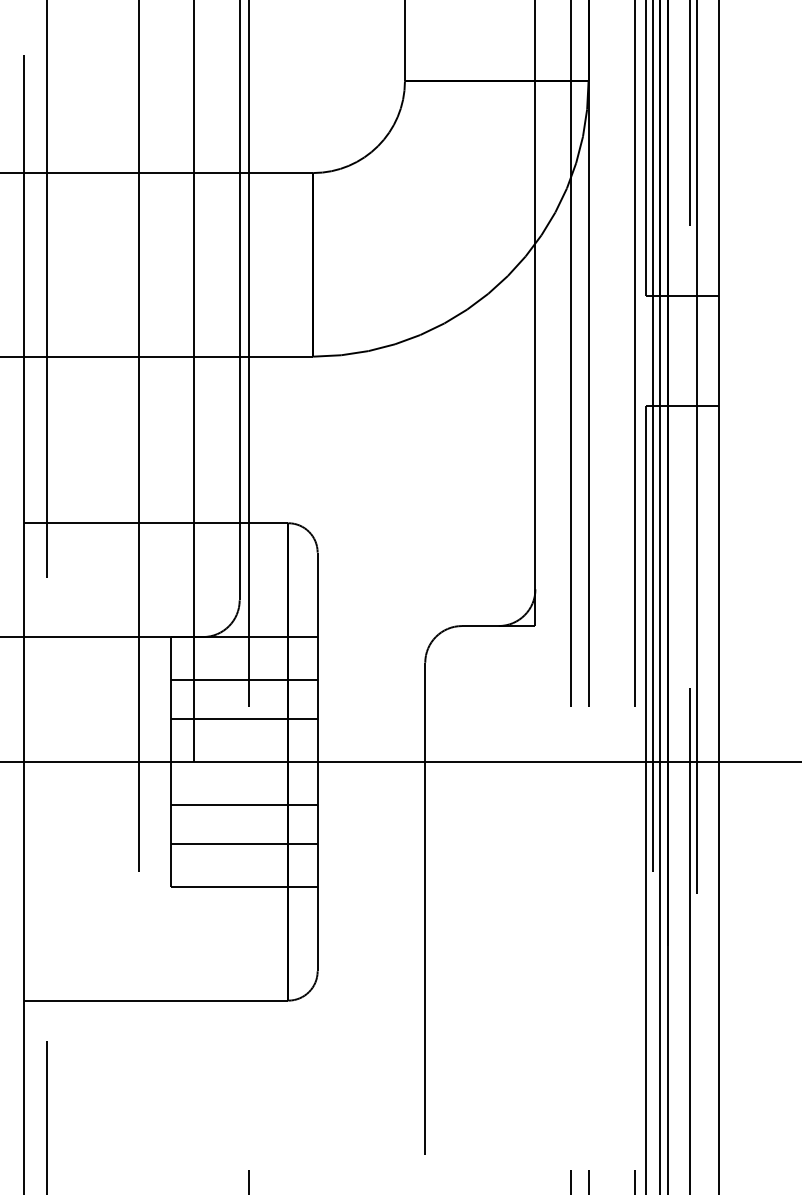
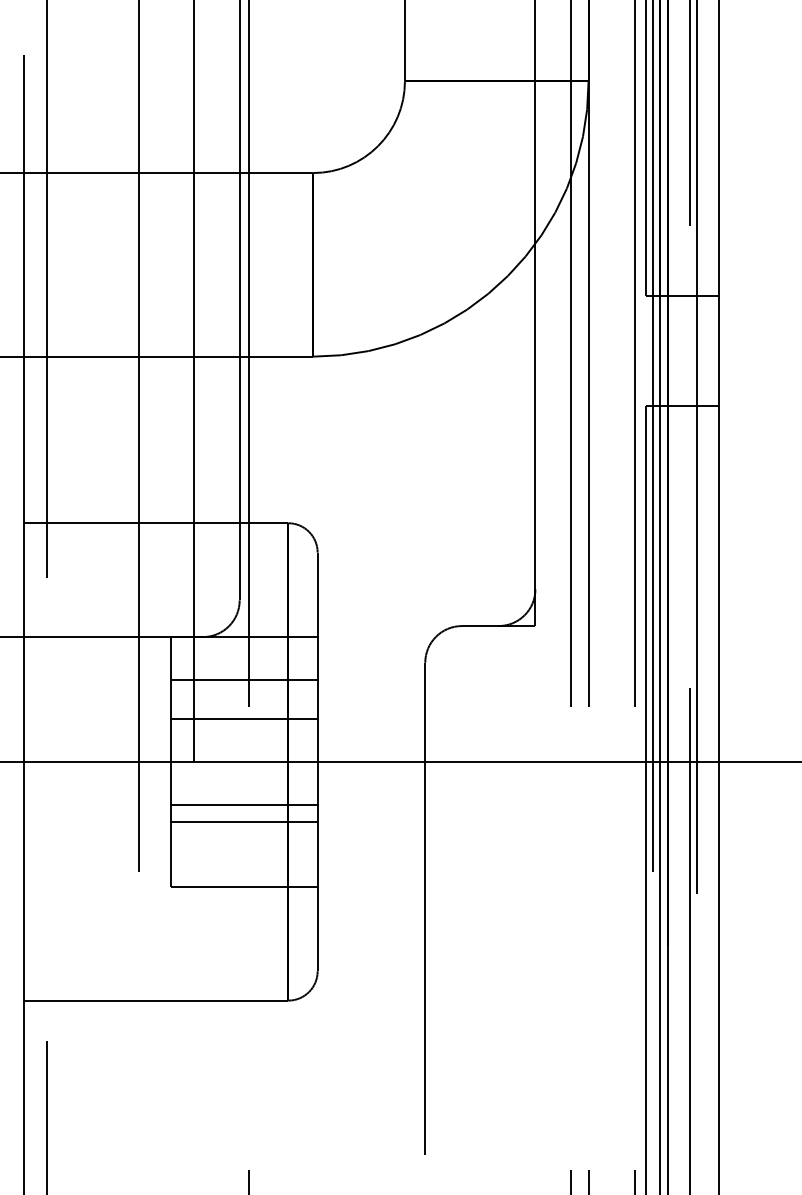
line at (243, 843) position: (243, 843) -> (243, 821)
